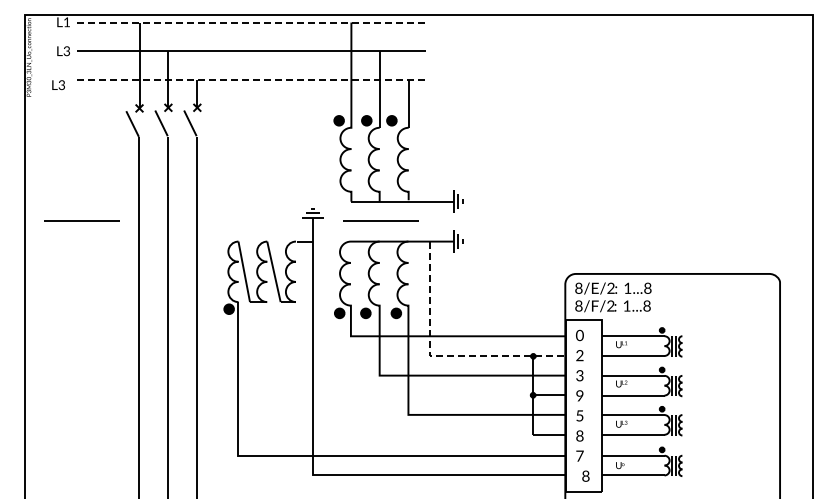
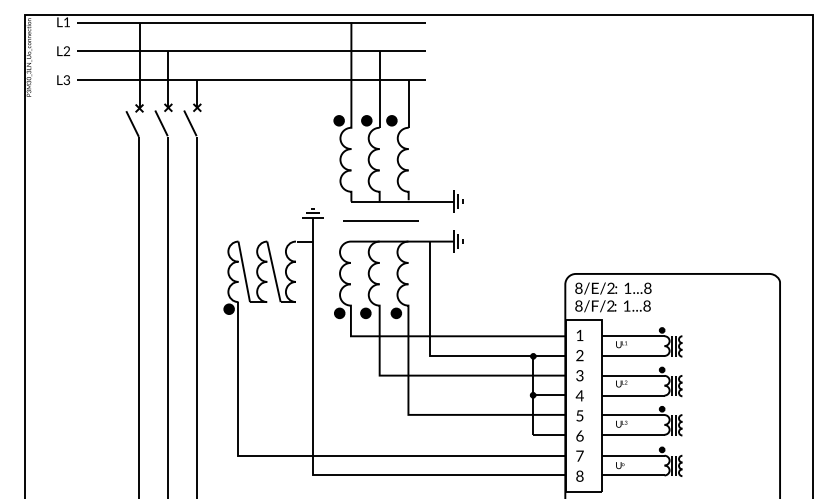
line at (251, 22): dashed -> solid
text at (66, 52): L3 -> L2
line at (251, 80): dashed -> solid
text at (58, 85) position: (58, 85) -> (63, 80)
line at (81, 220): present -> none
text at (579, 334): 0 -> 1
line at (440, 356): dashed -> solid
text at (579, 395): 9 -> 4
text at (579, 435): 8 -> 6
text at (585, 475) position: (585, 475) -> (579, 475)
